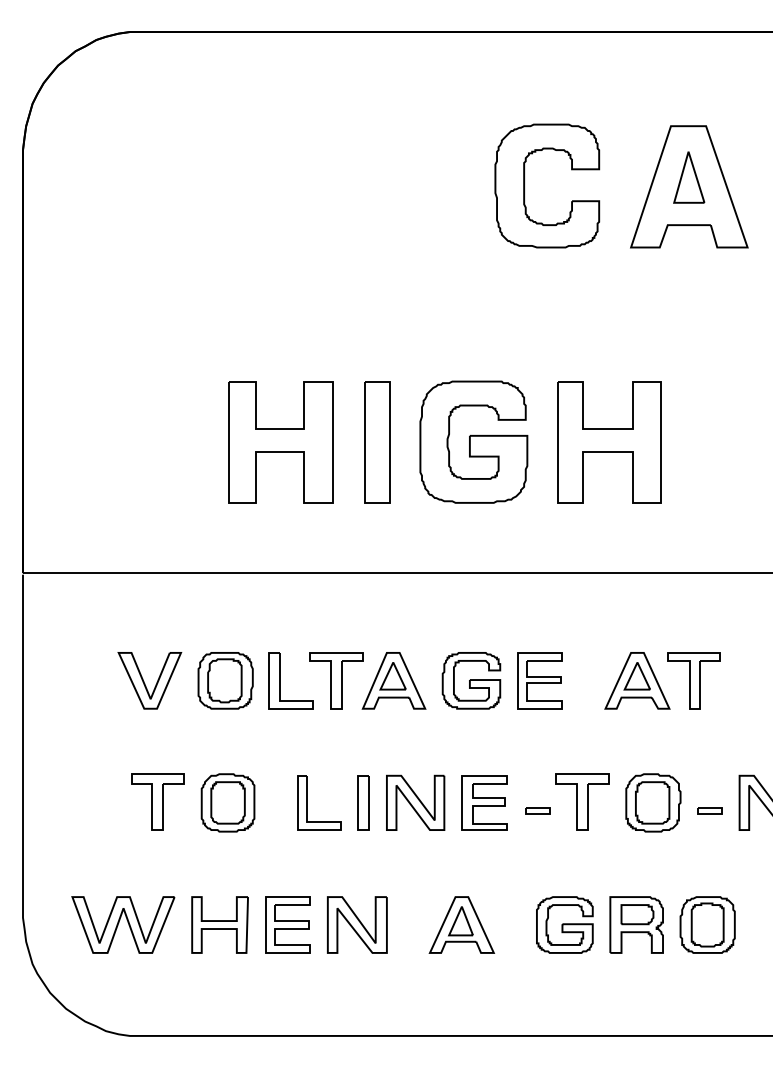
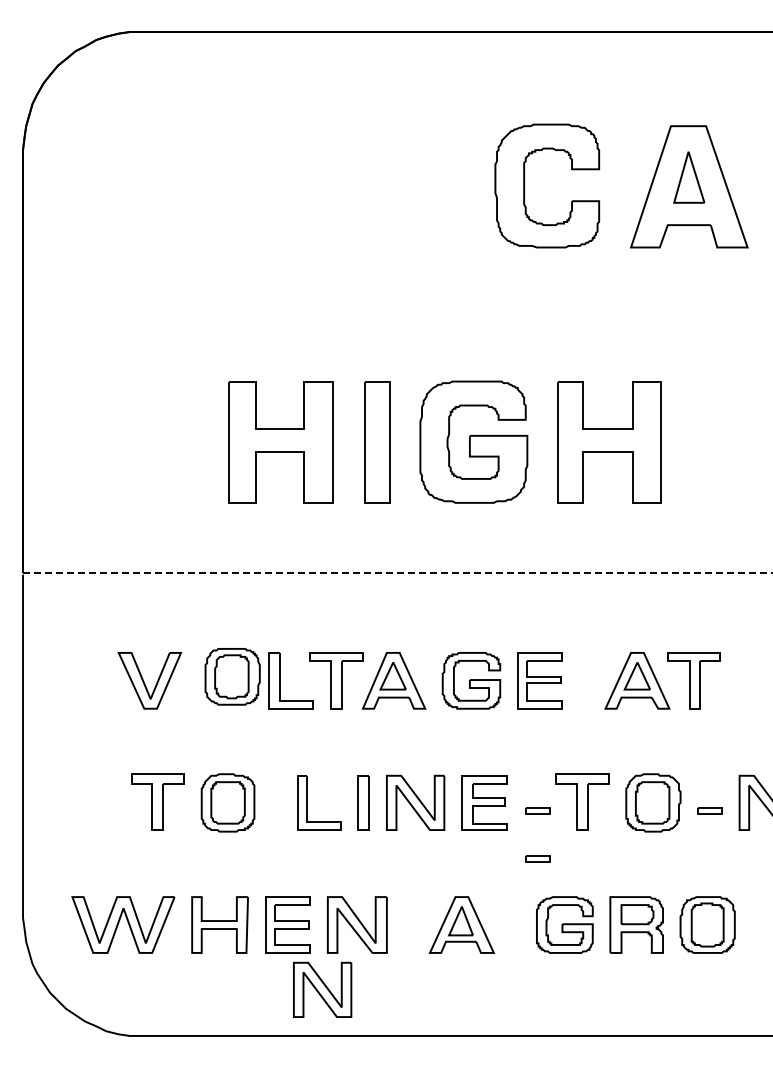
line at (397, 573): solid -> dashed
part at (225, 680) position: (225, 680) -> (232, 676)
part at (537, 858): none -> present
part at (322, 989): none -> present
